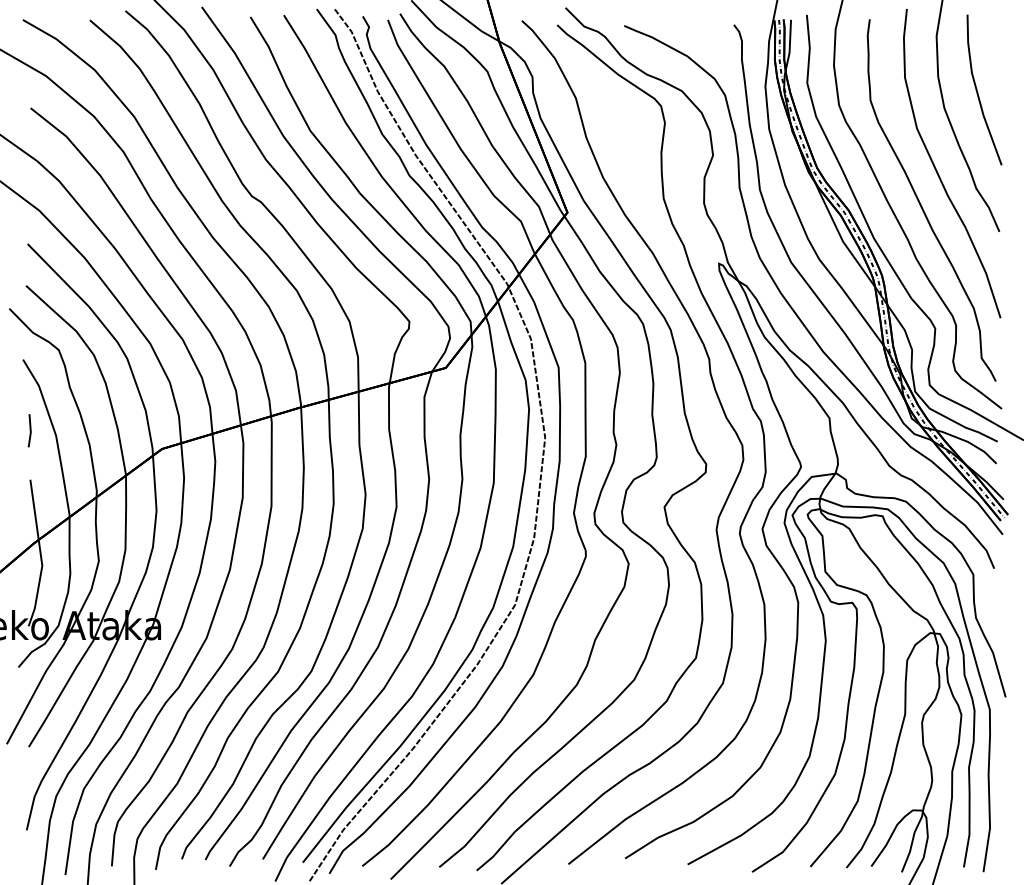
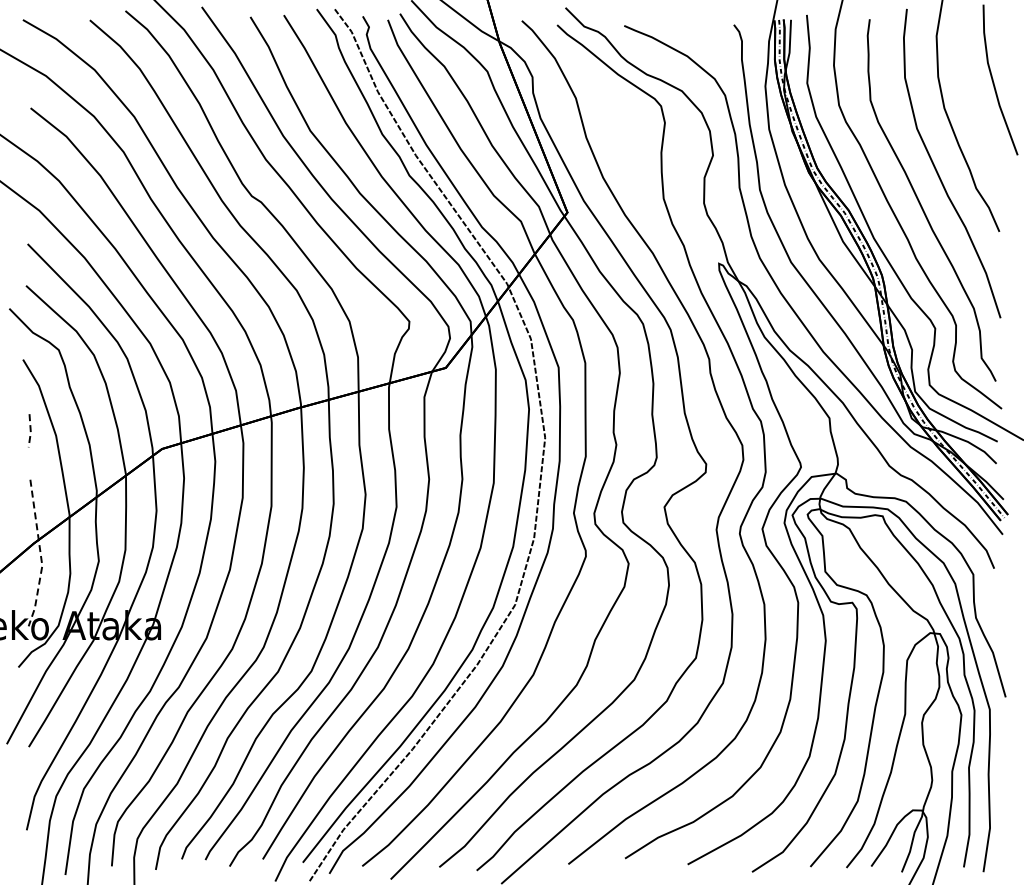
line at (978, 92) position: (978, 92) -> (994, 82)
line at (30, 431): solid -> dashed
line at (40, 554): solid -> dashed
